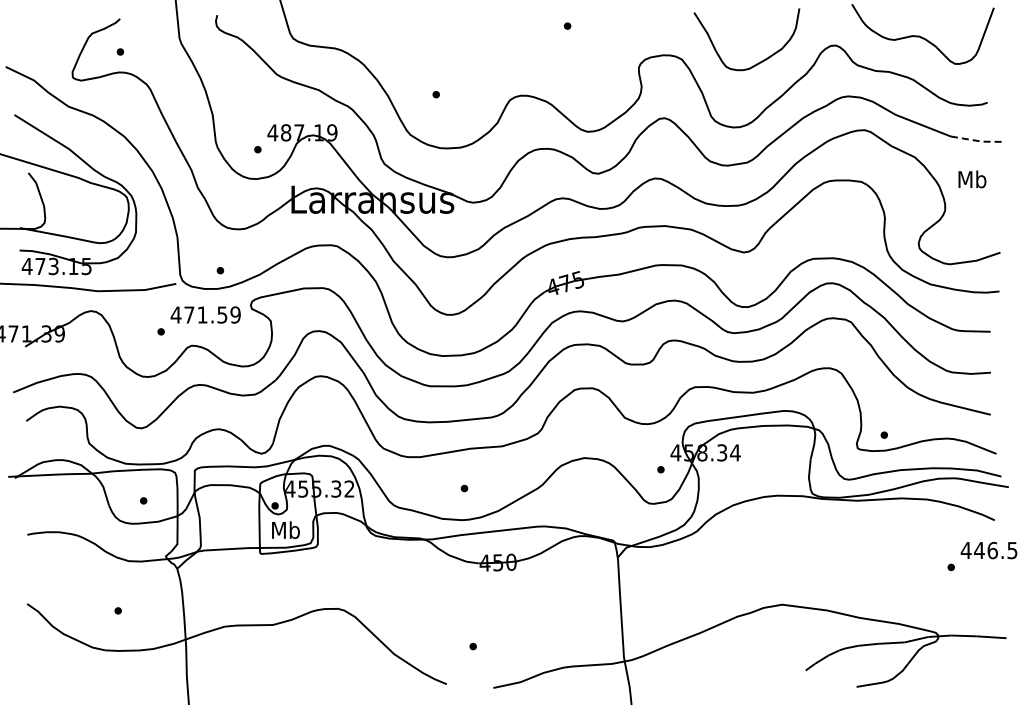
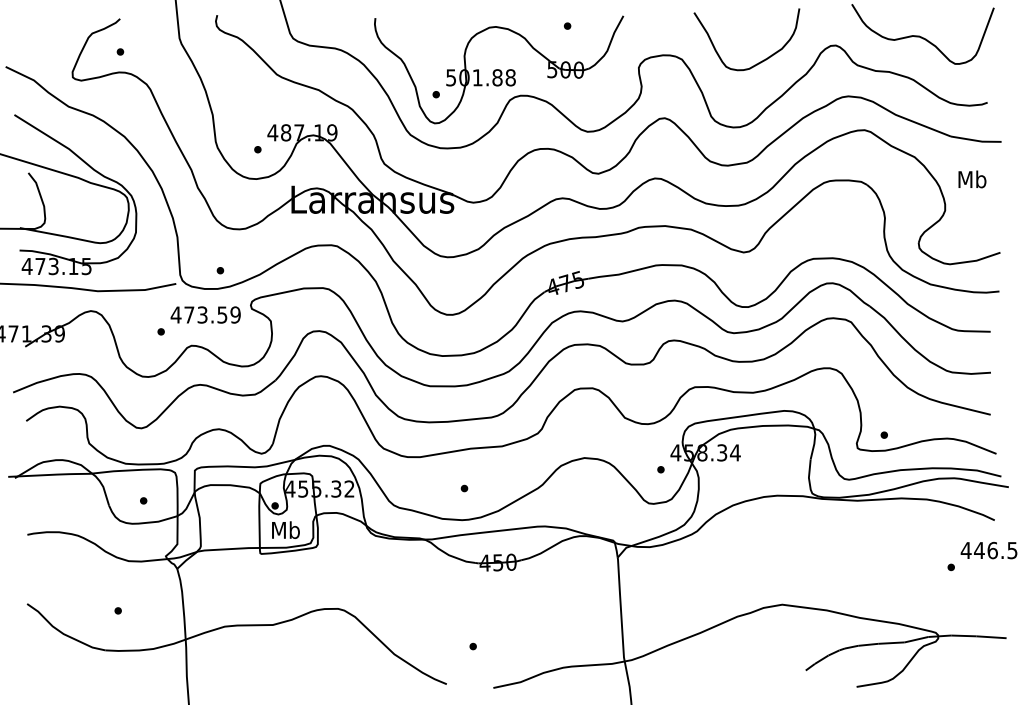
part at (499, 69): none -> present
line at (977, 140): dashed -> solid
text at (202, 314): 471.59 -> 473.59
